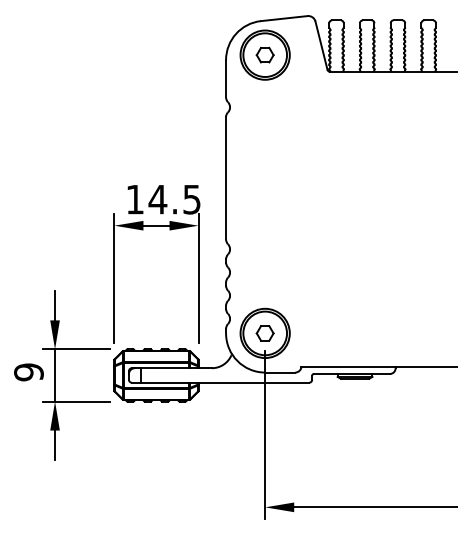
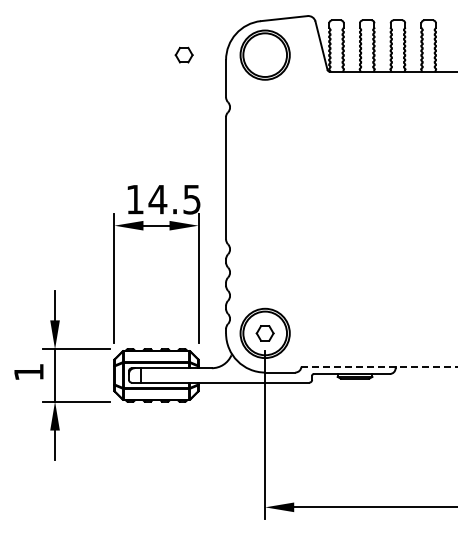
part at (264, 54) position: (264, 54) -> (183, 54)
line at (379, 366): solid -> dashed
text at (28, 372): 9 -> 1
